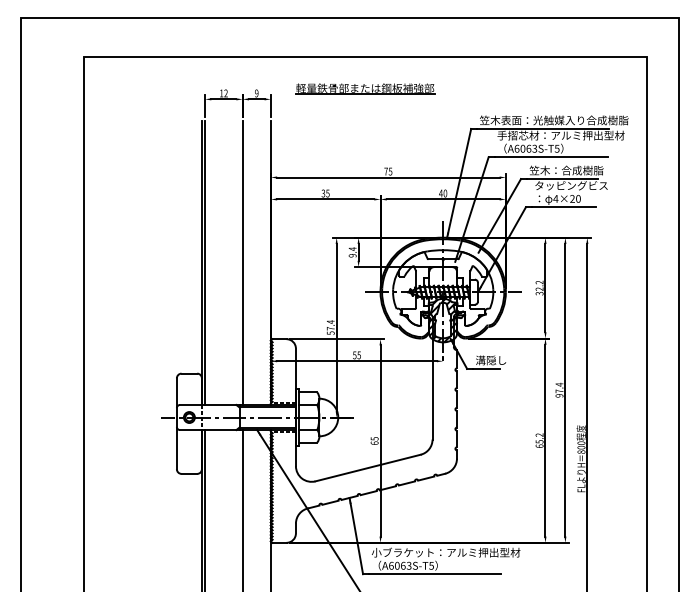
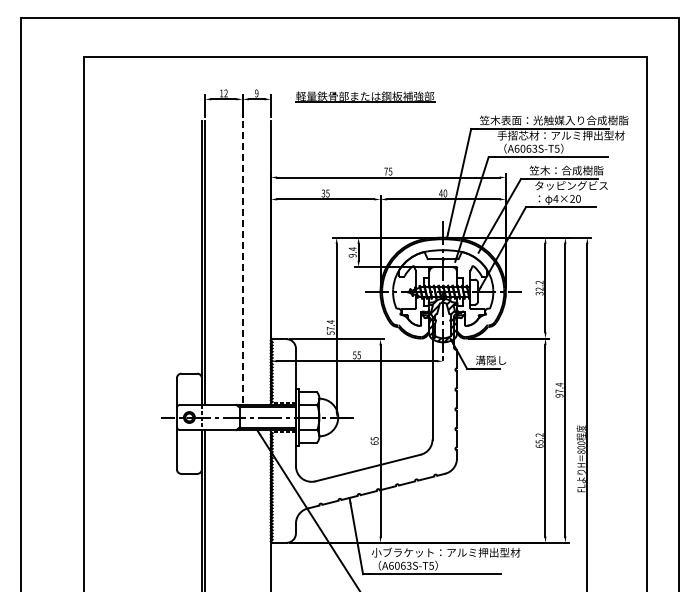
part at (365, 88) position: (365, 88) -> (365, 96)
line at (242, 263): solid -> dashed
line at (242, 509): present -> none
